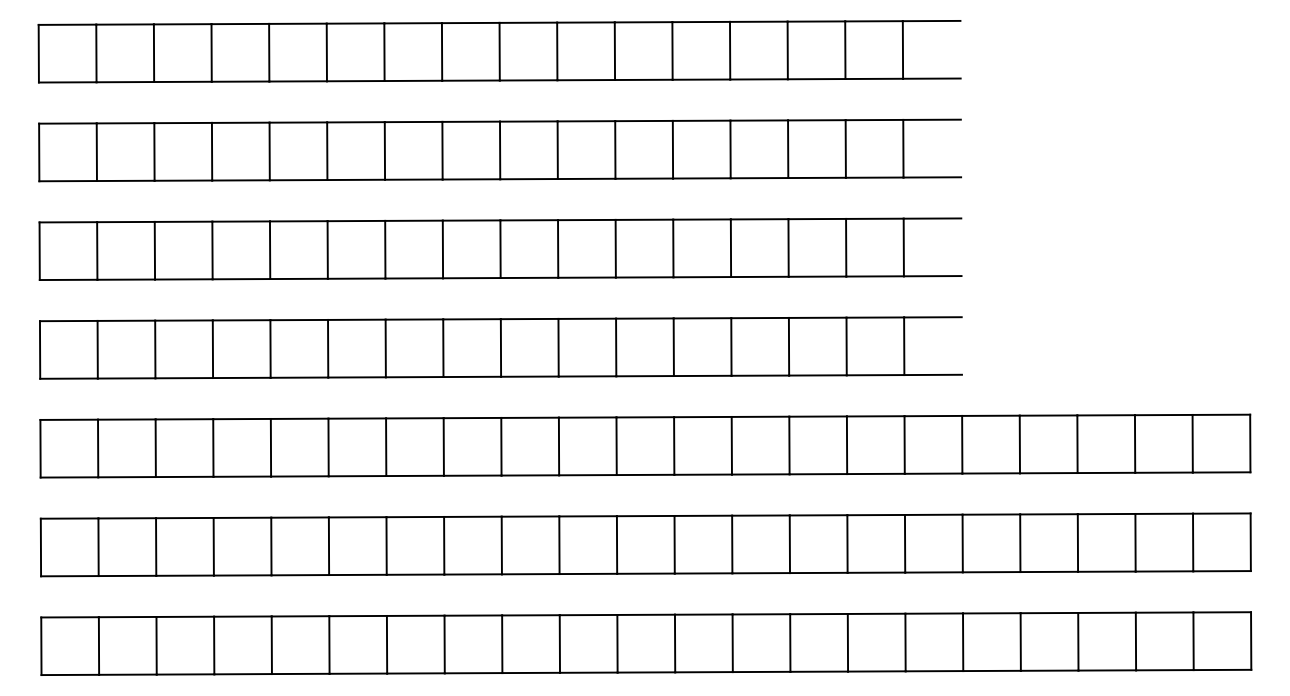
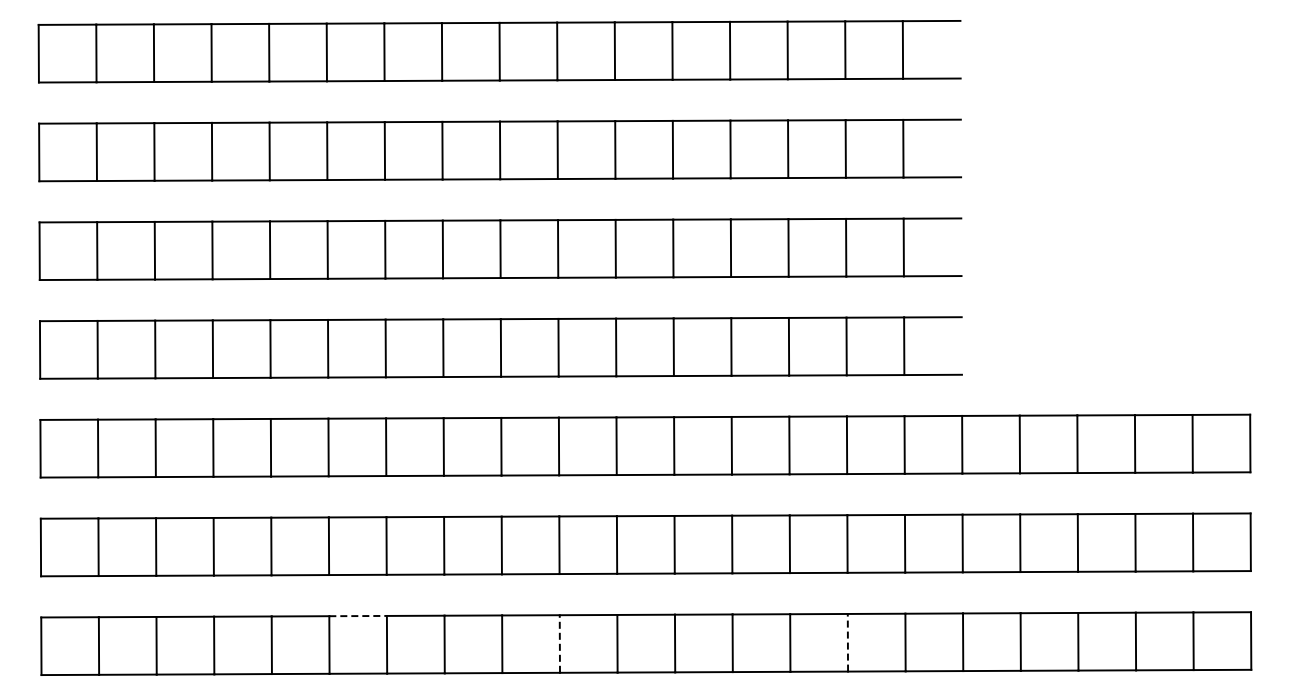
line at (358, 616): solid -> dashed
line at (847, 642): solid -> dashed
line at (559, 644): solid -> dashed
